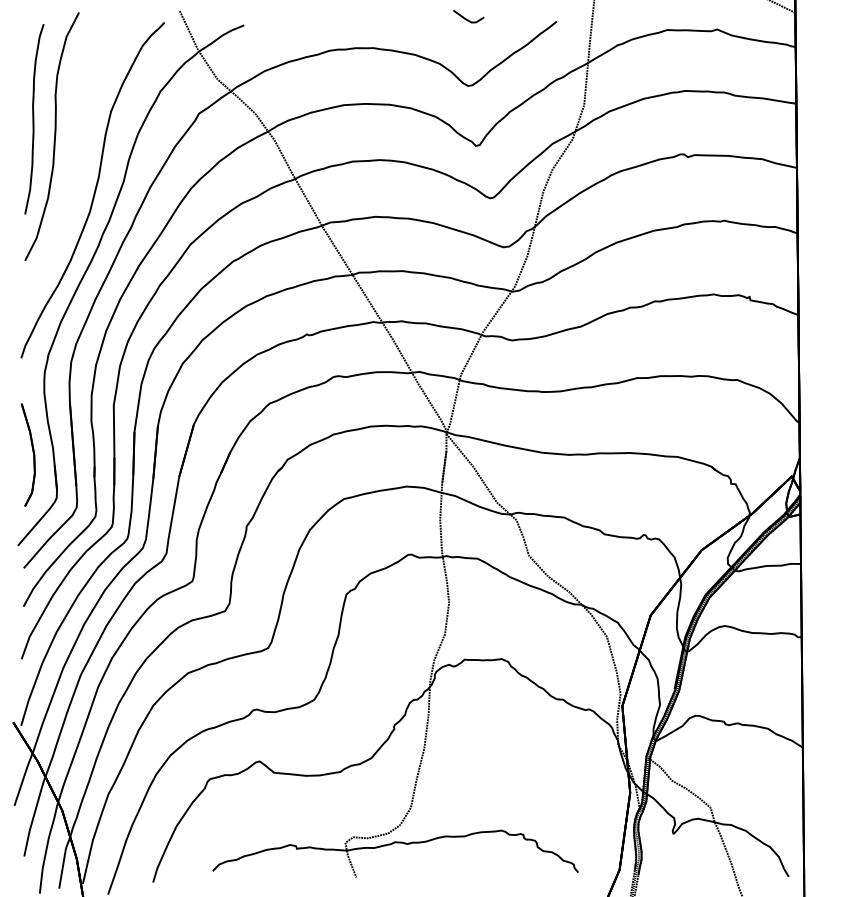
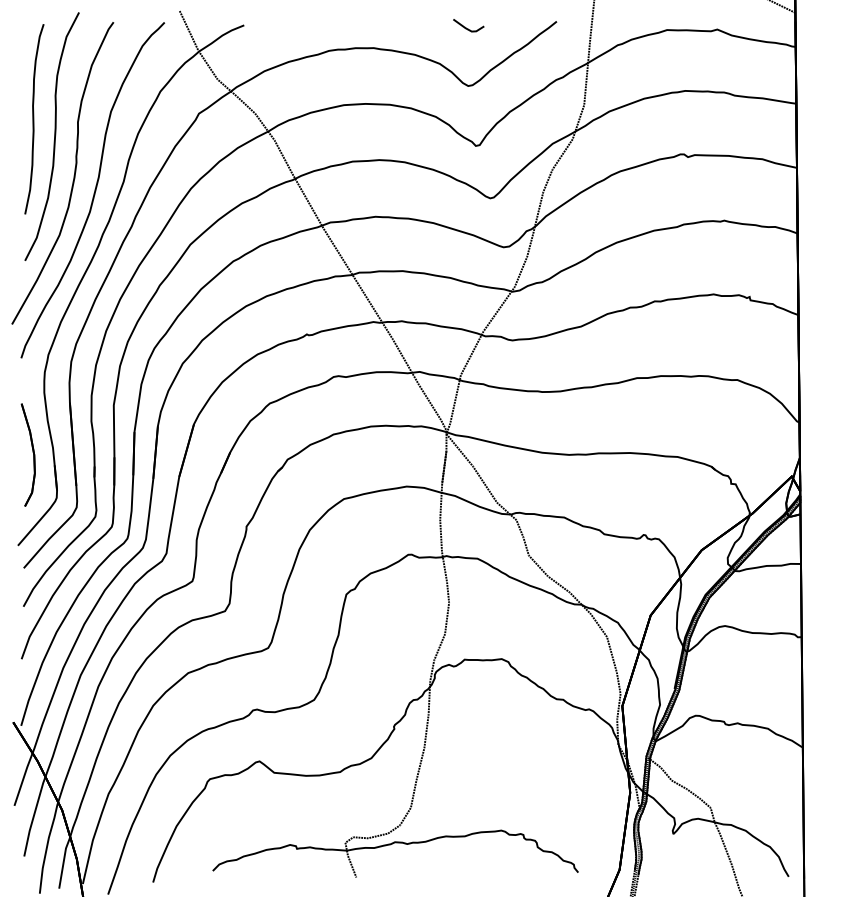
line at (466, 18) position: (466, 18) -> (466, 27)
part at (73, 175): none -> present
